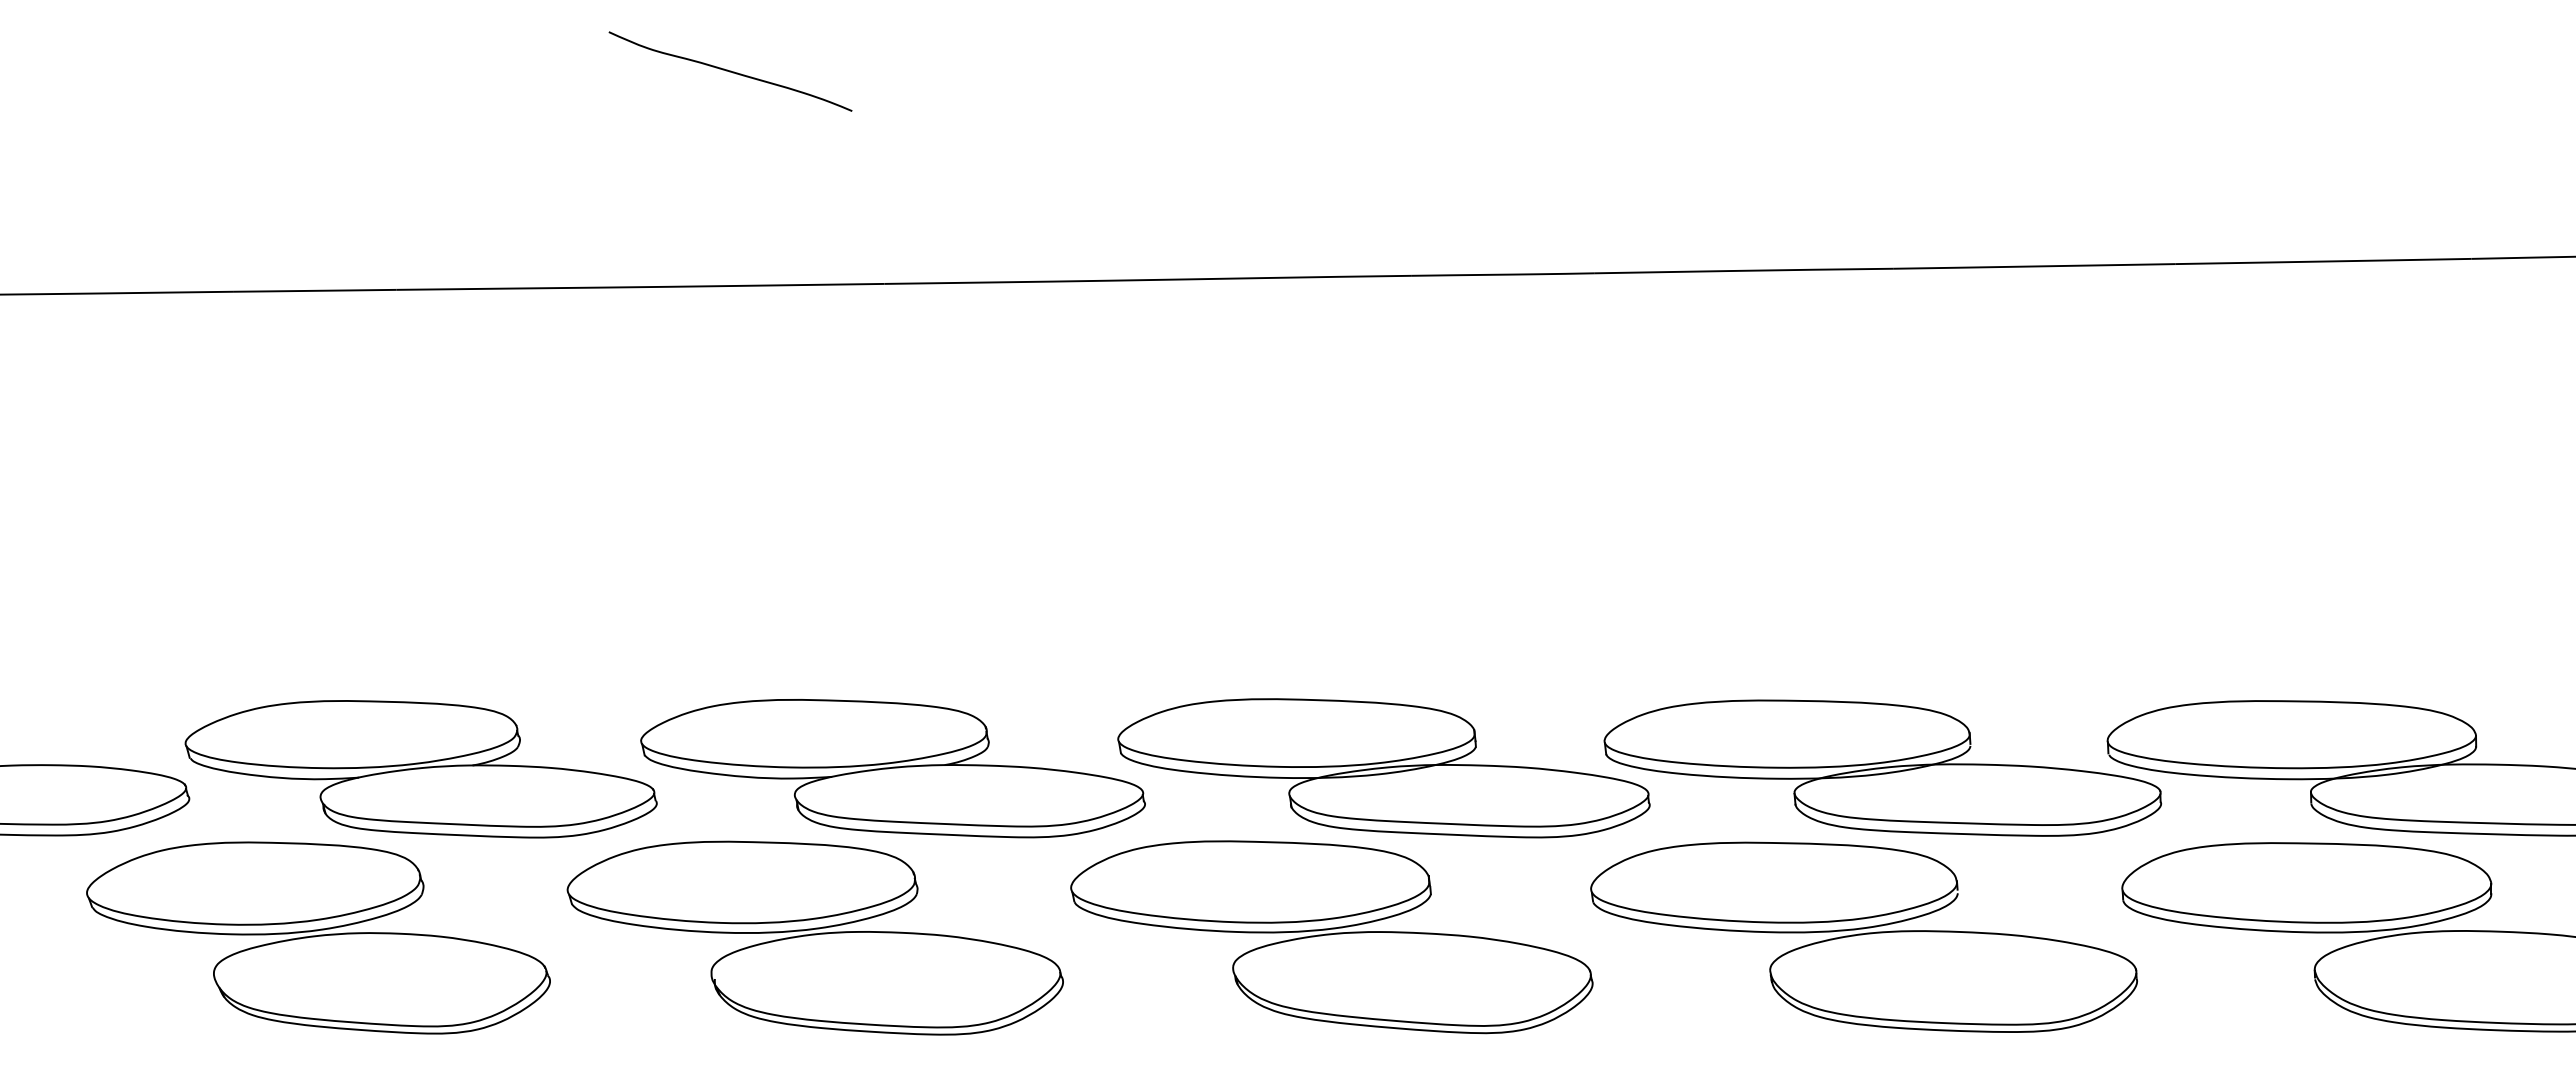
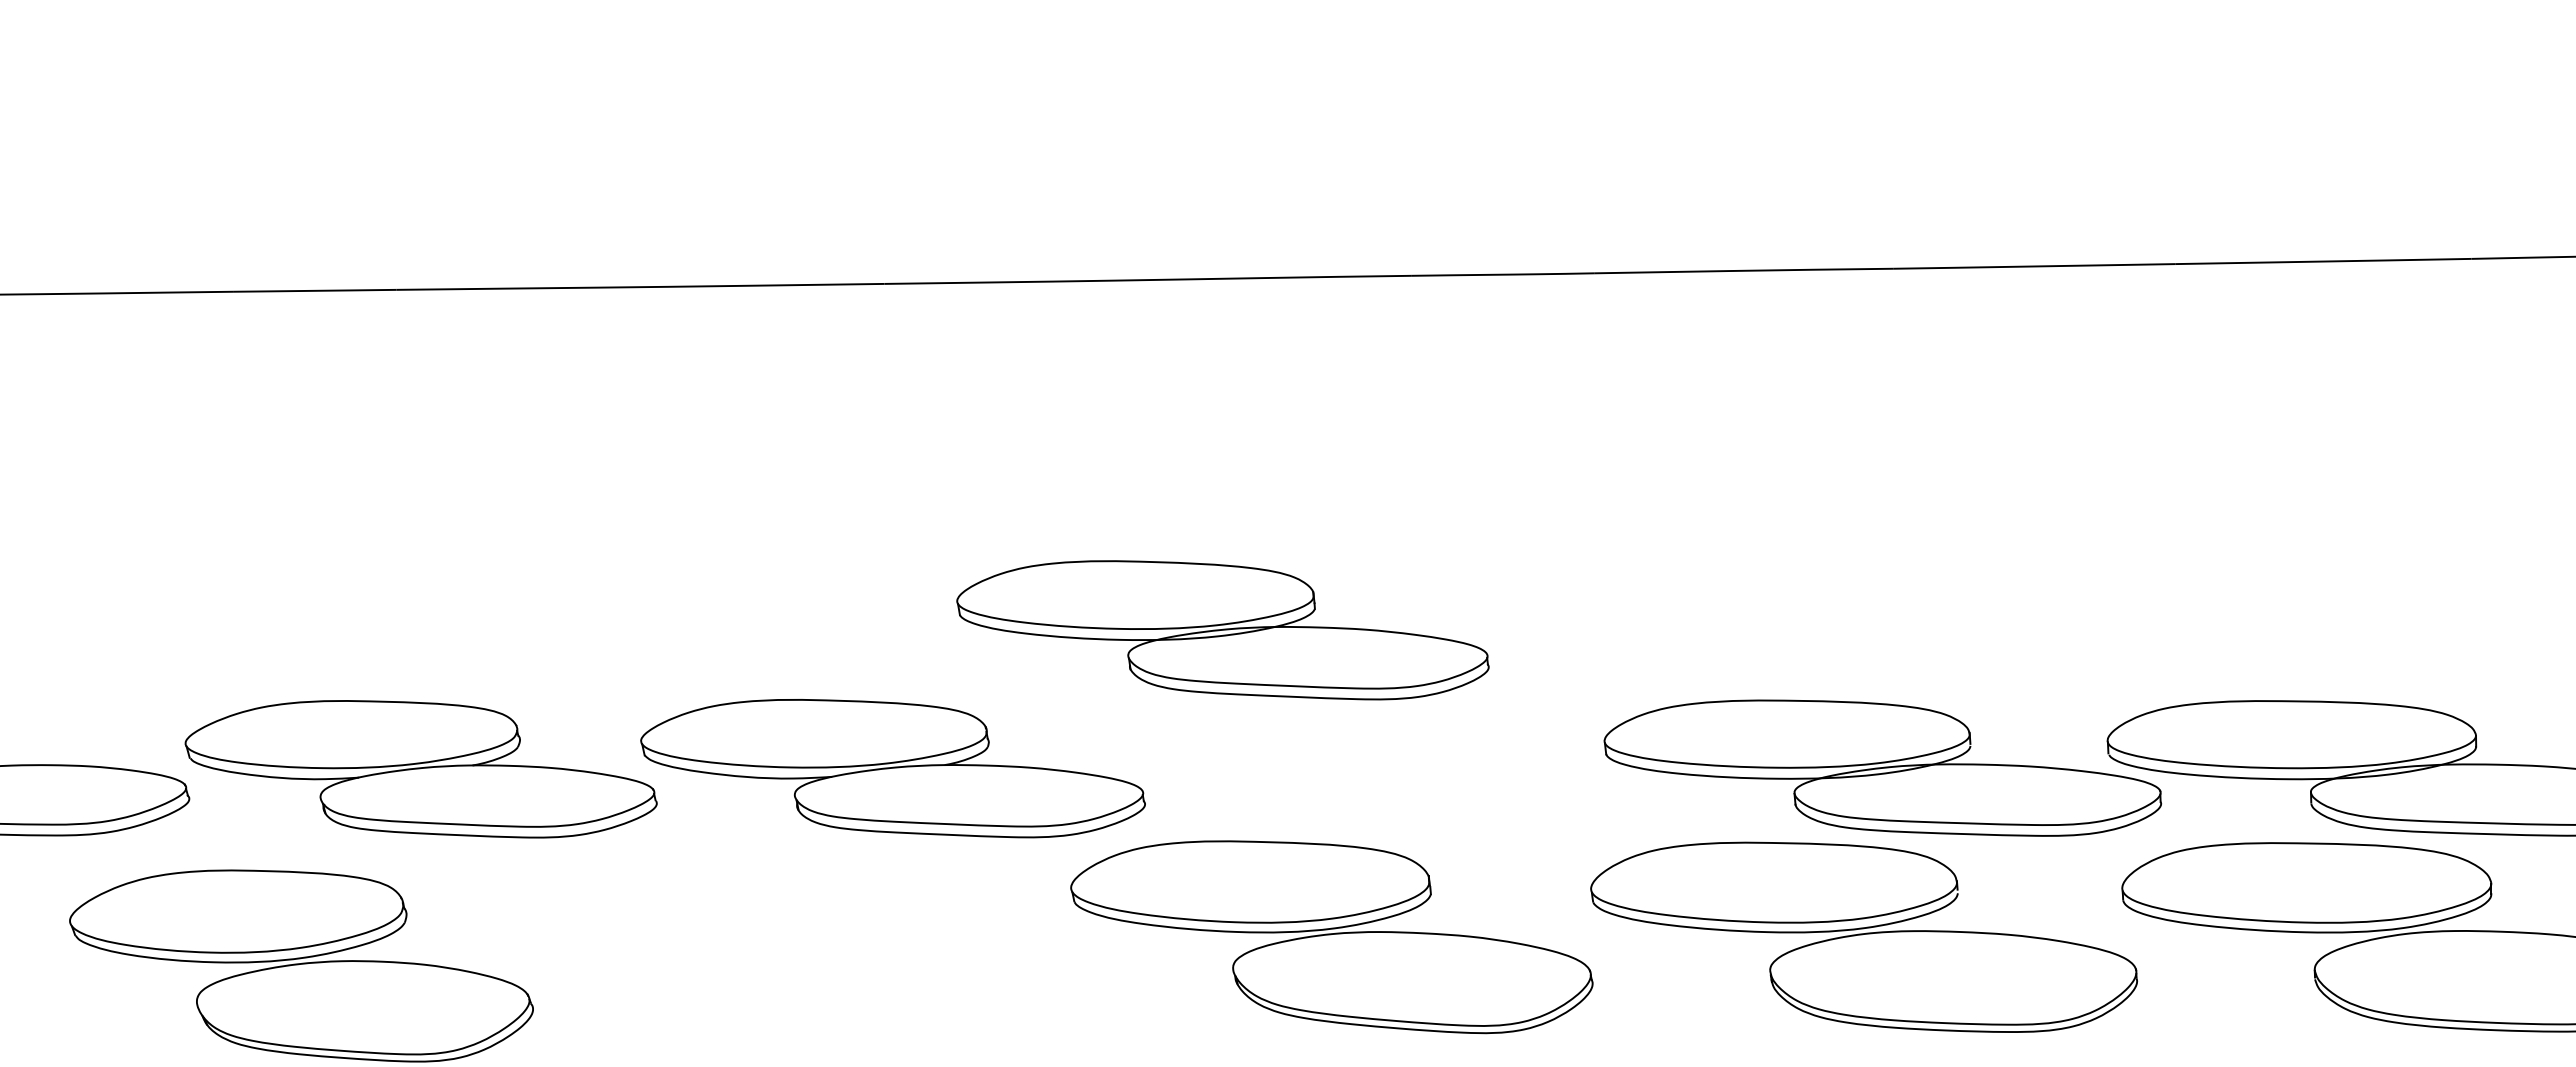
curve at (730, 71): present -> none
part at (1383, 768) position: (1383, 768) -> (1222, 630)
part at (318, 937) position: (318, 937) -> (301, 965)
part at (814, 937): present -> none
